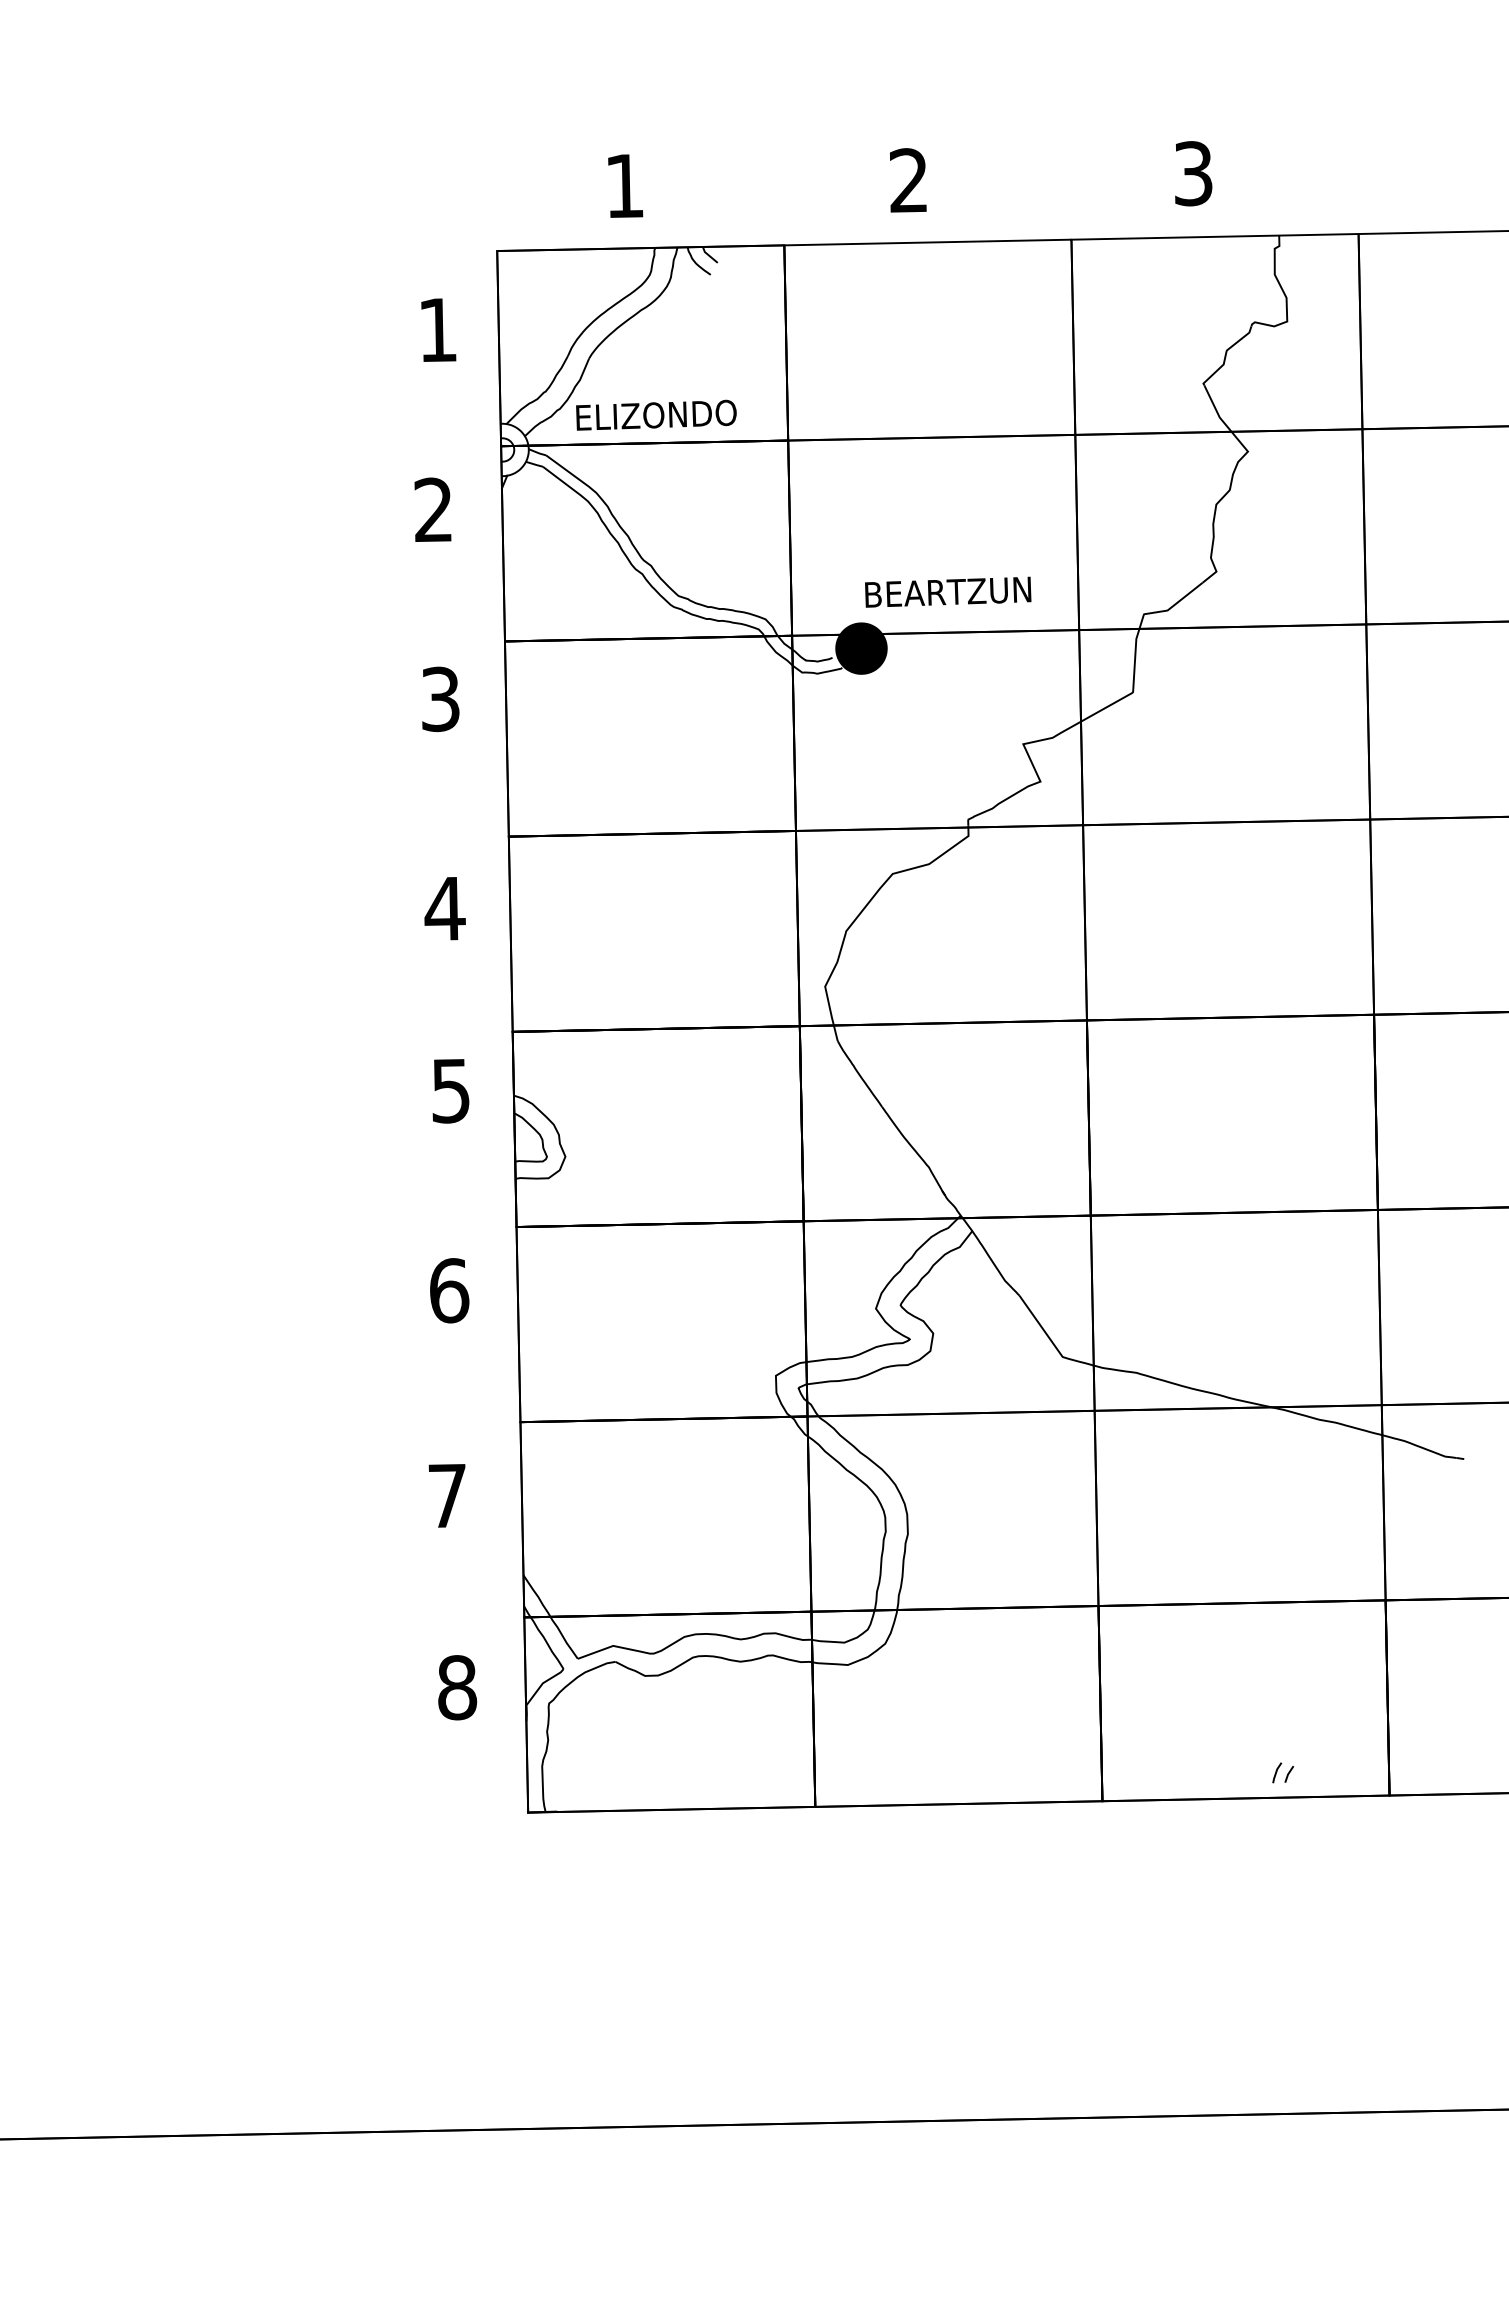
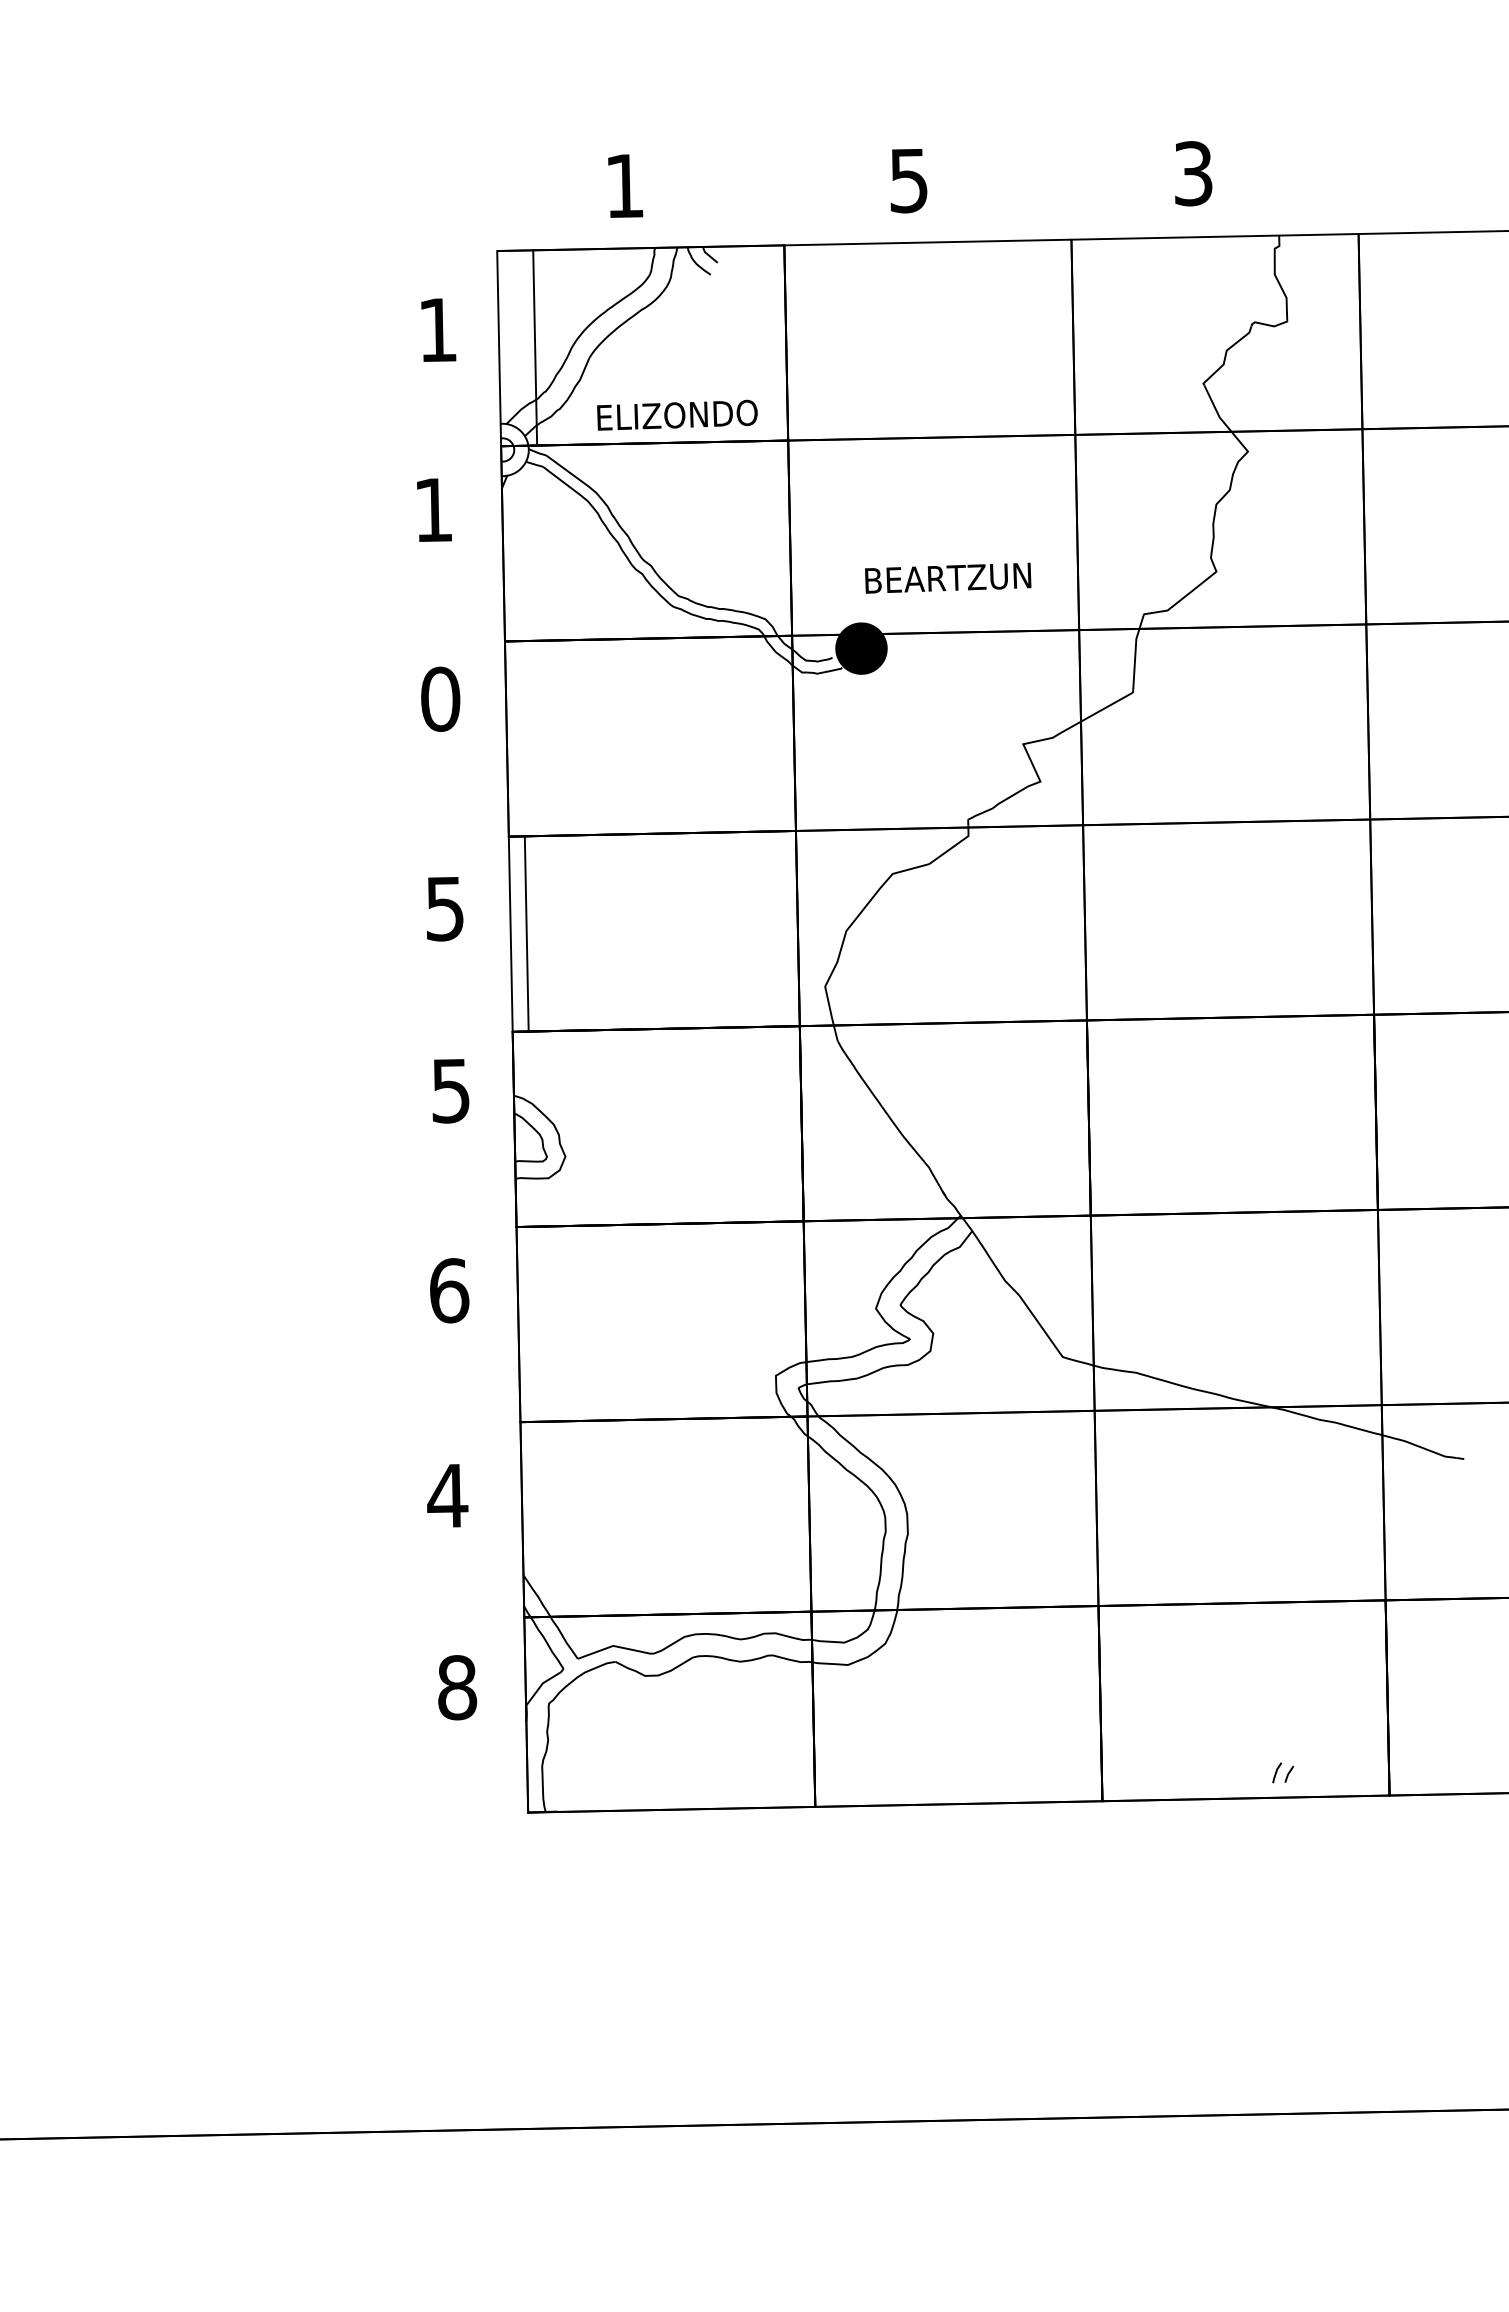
text at (908, 180): 2 -> 5
line at (499, 348) position: (499, 348) -> (535, 347)
text at (656, 414) position: (656, 414) -> (677, 414)
text at (432, 509): 2 -> 1
text at (948, 591) position: (948, 591) -> (948, 577)
text at (440, 699): 3 -> 0
text at (444, 909): 4 -> 5
line at (510, 933) position: (510, 933) -> (526, 933)
text at (447, 1495): 7 -> 4
